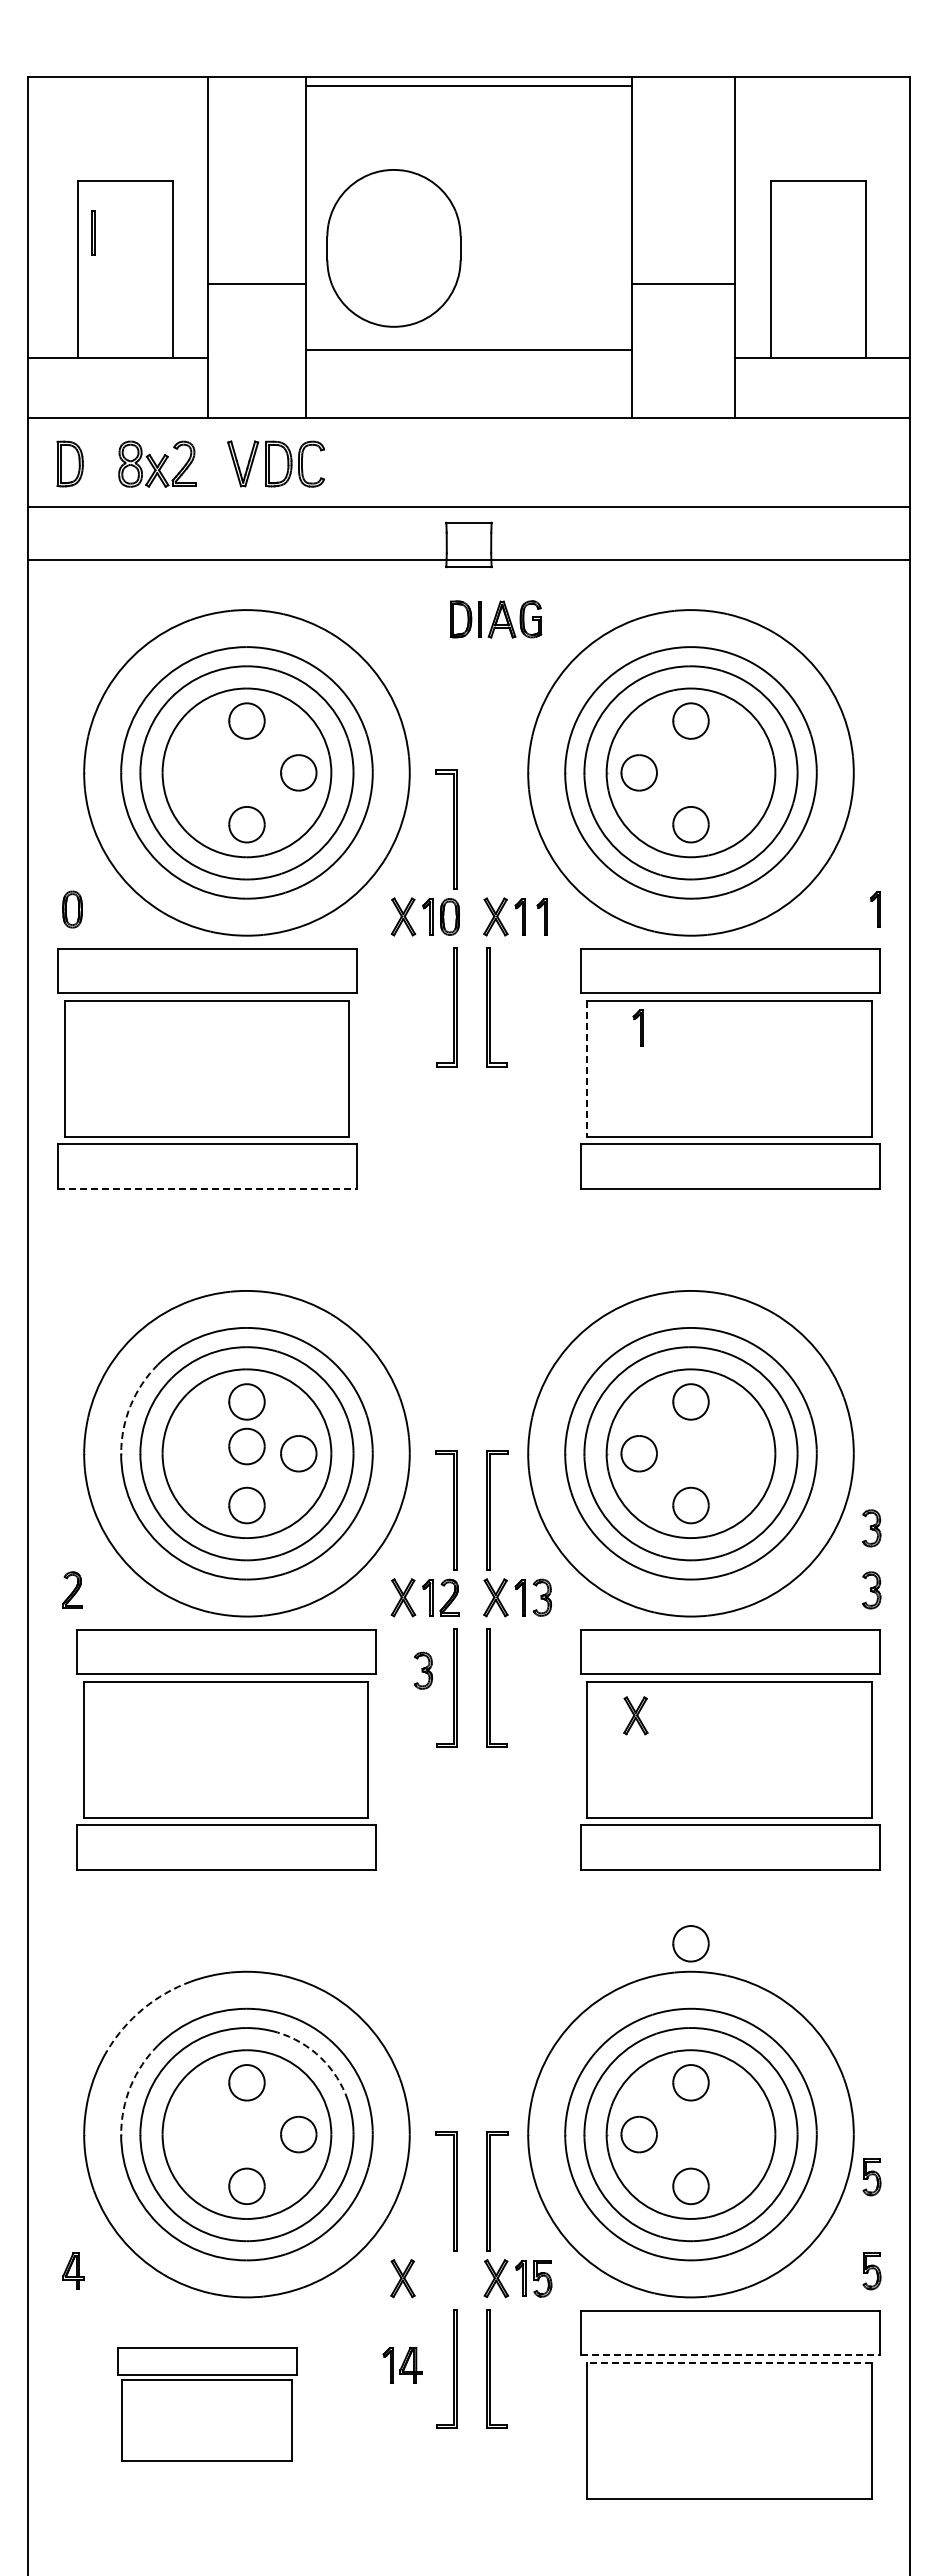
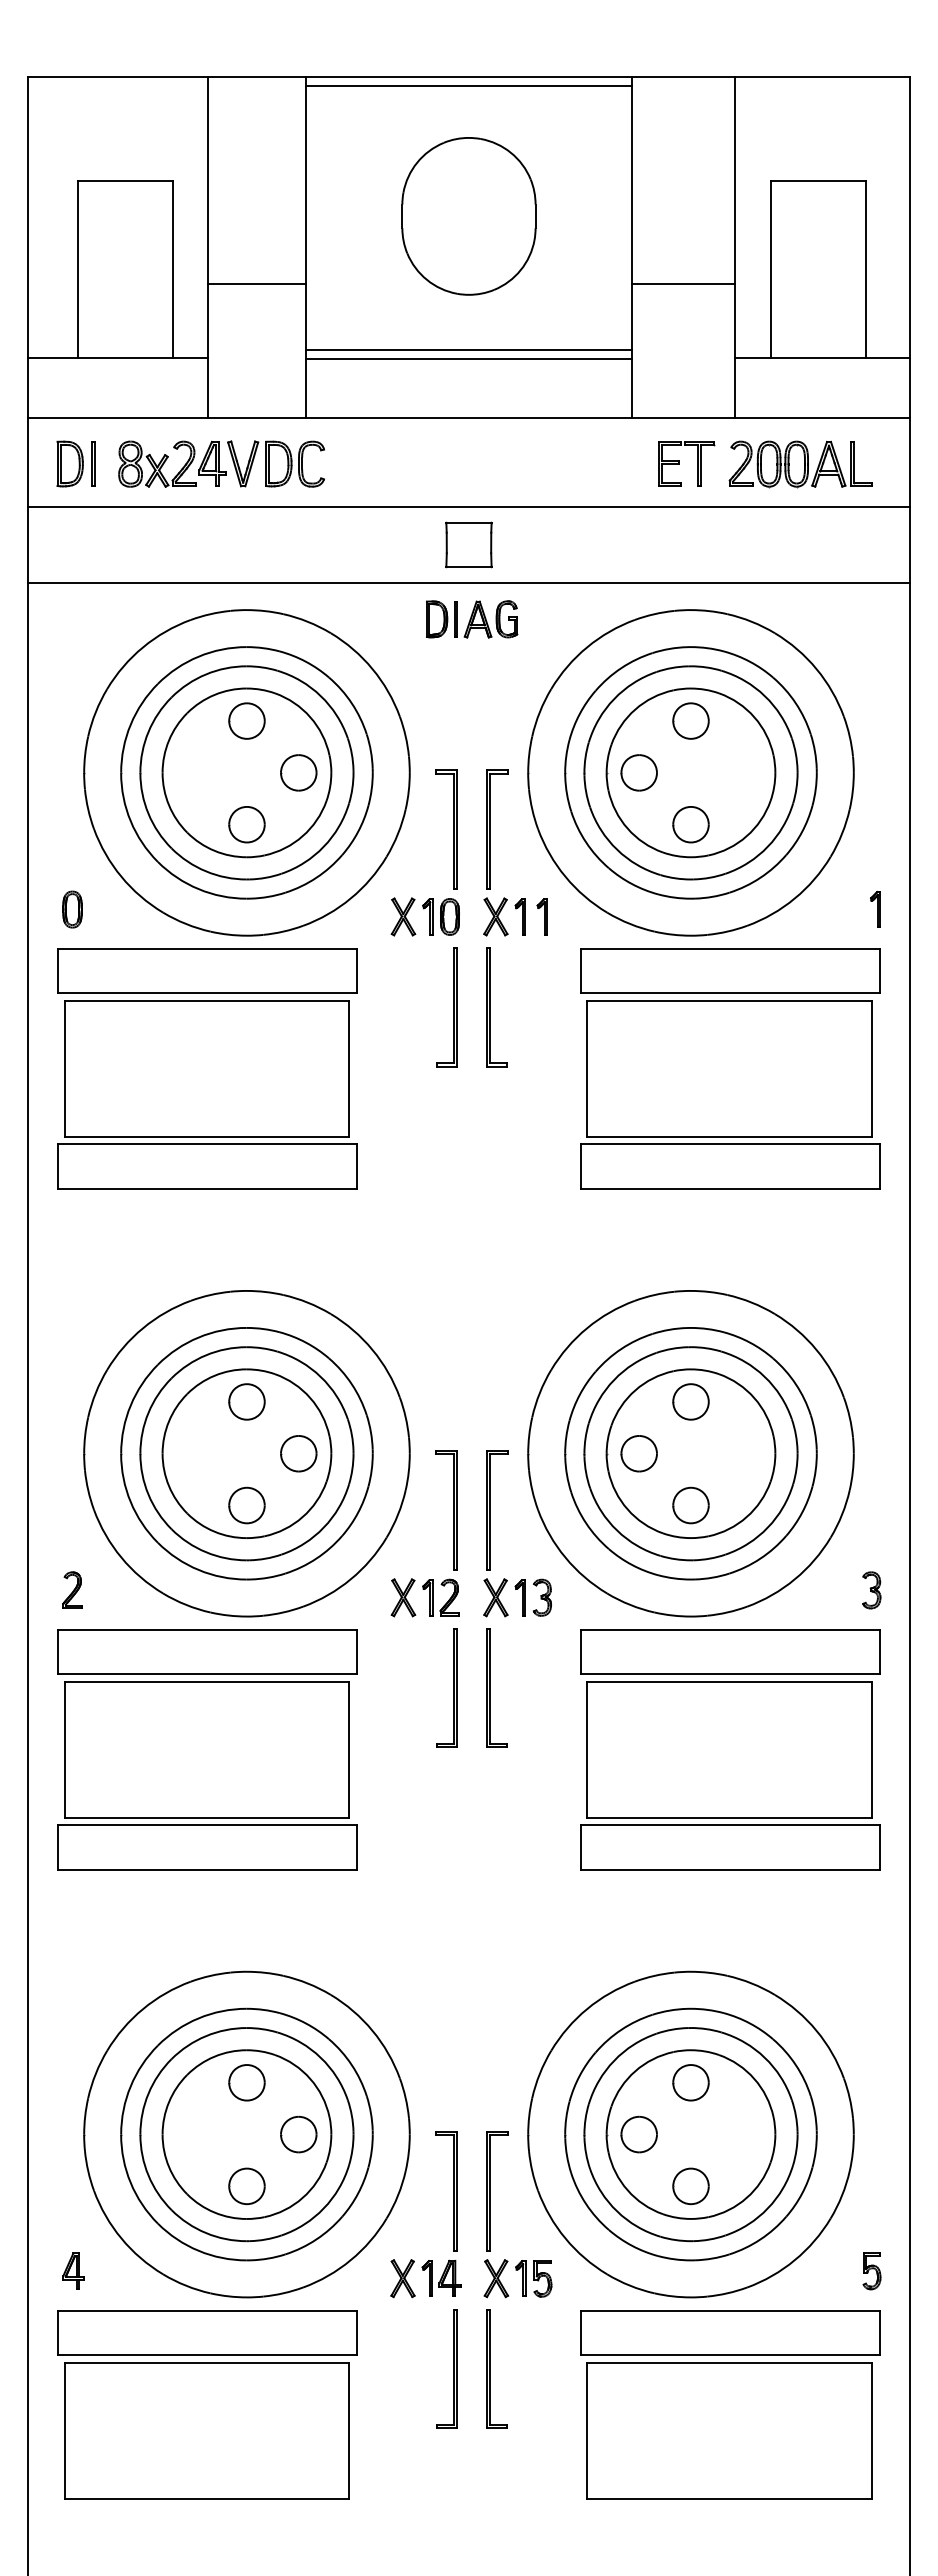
line at (92, 232) position: (92, 232) -> (92, 463)
part at (393, 248) position: (393, 248) -> (468, 216)
line at (468, 359): none -> present
part at (212, 463): none -> present
part at (679, 463): none -> present
part at (800, 464): none -> present
line at (468, 559) position: (468, 559) -> (468, 582)
part at (496, 619) position: (496, 619) -> (472, 619)
part at (490, 829): none -> present
part at (637, 1027): present -> none
line at (587, 1069): dashed -> solid
line at (207, 1188): dashed -> solid
arc at (130, 1405): dashed -> solid
part at (246, 1446): present -> none
part at (871, 1528): present -> none
part at (423, 1670): present -> none
part at (635, 1715): present -> none
part at (226, 1749) position: (226, 1749) -> (207, 1749)
part at (690, 1943): present -> none
arc at (143, 2009): dashed -> solid
arc at (320, 2057): dashed -> solid
arc at (130, 2086): dashed -> solid
part at (871, 2177): present -> none
line at (731, 2355): dashed -> solid
line at (728, 2362): dashed -> solid
part at (402, 2364) position: (402, 2364) -> (441, 2277)
part at (207, 2404) size: 181x115 px -> 301x190 px
